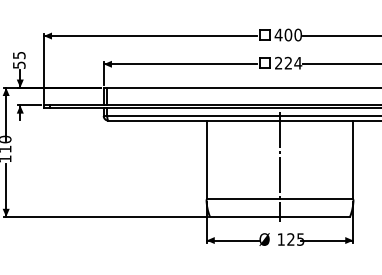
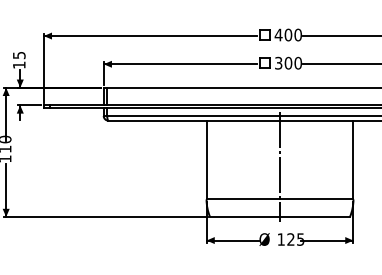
text at (288, 62): 224 -> 300
text at (19, 64): 55 -> 15
